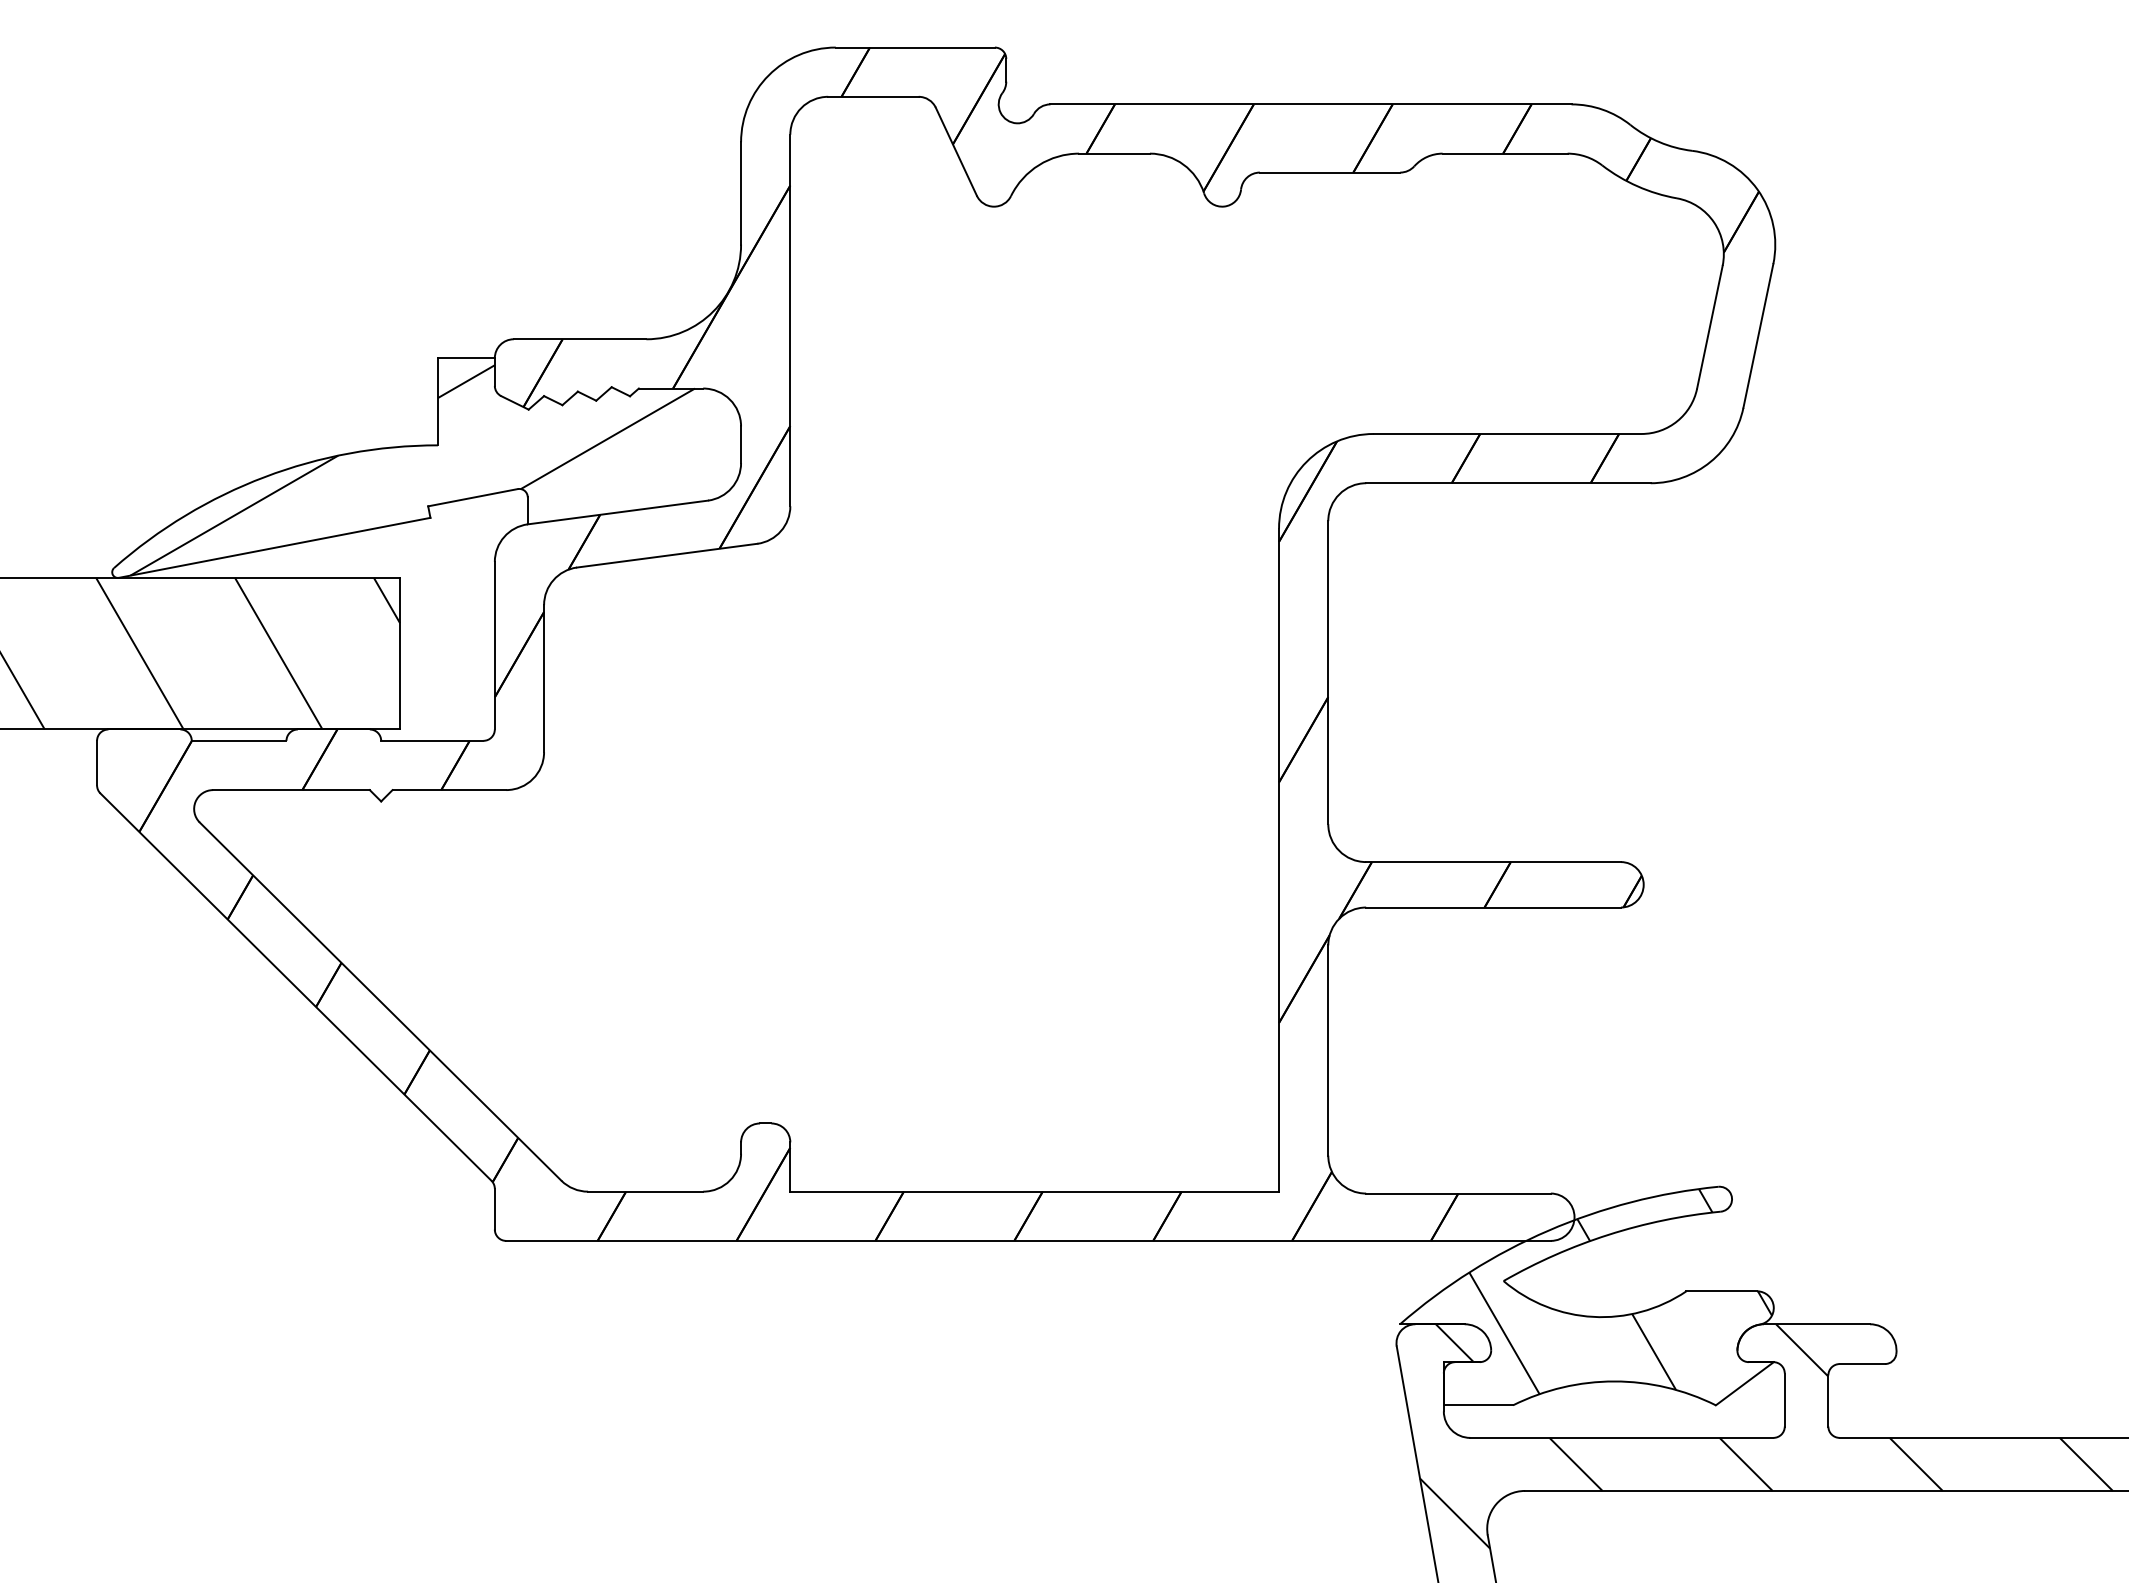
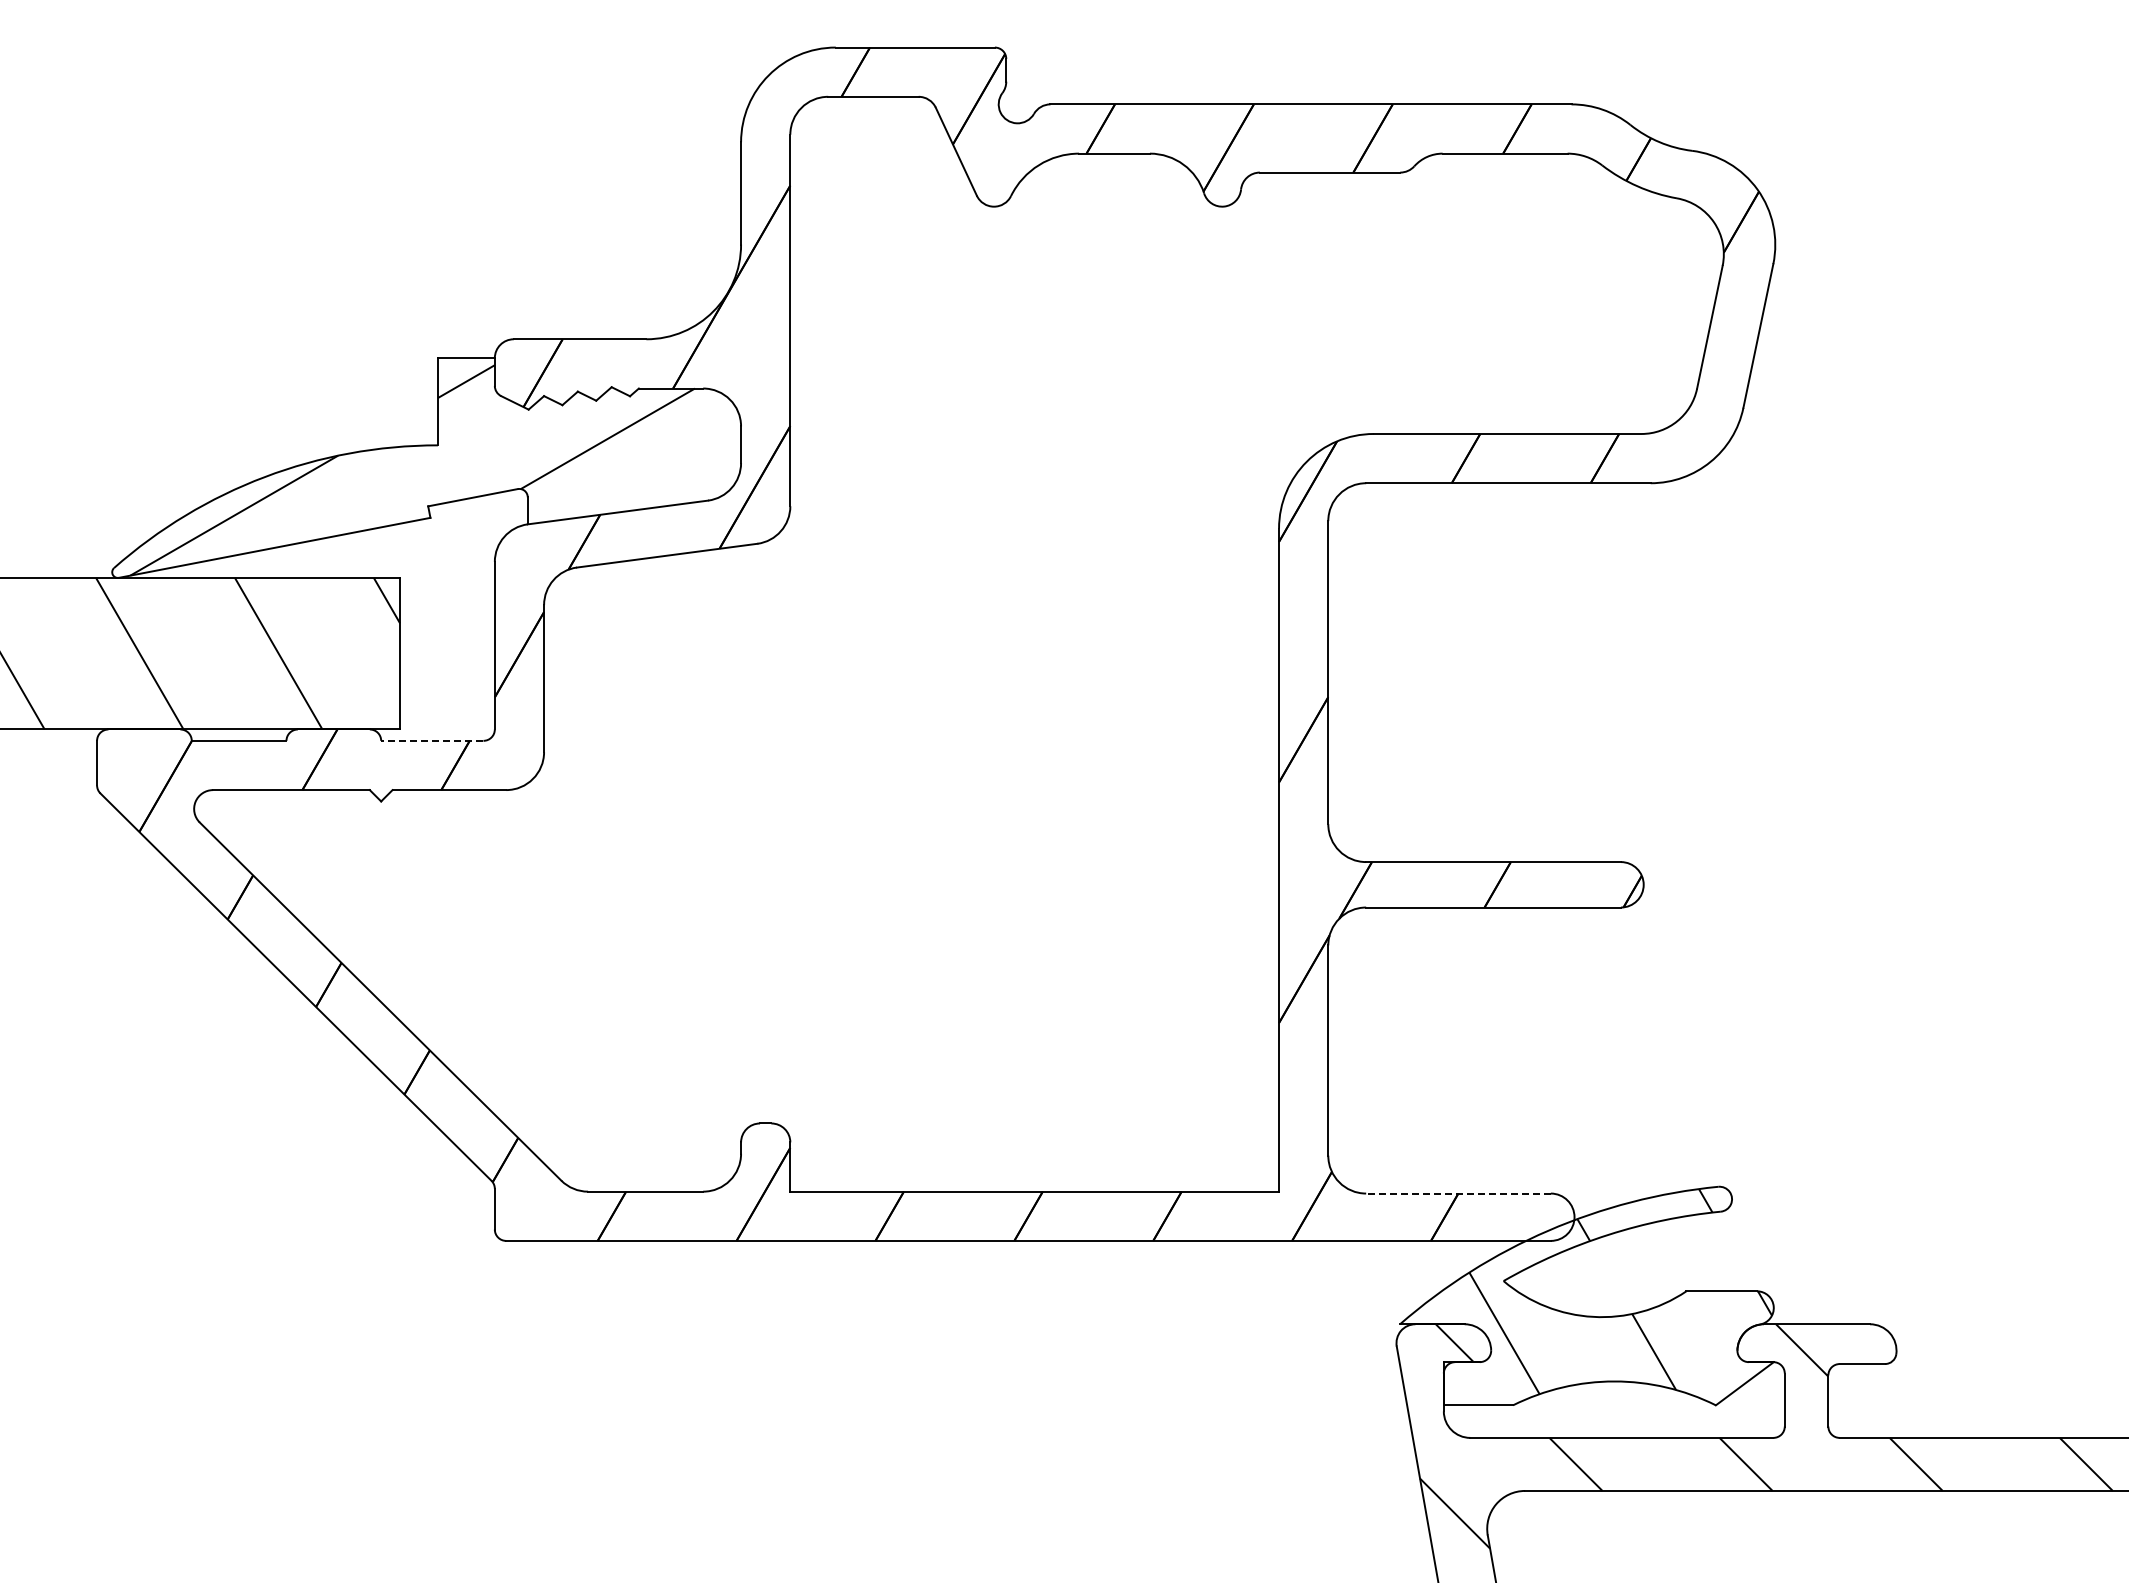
line at (431, 740): solid -> dashed
line at (1458, 1193): solid -> dashed
